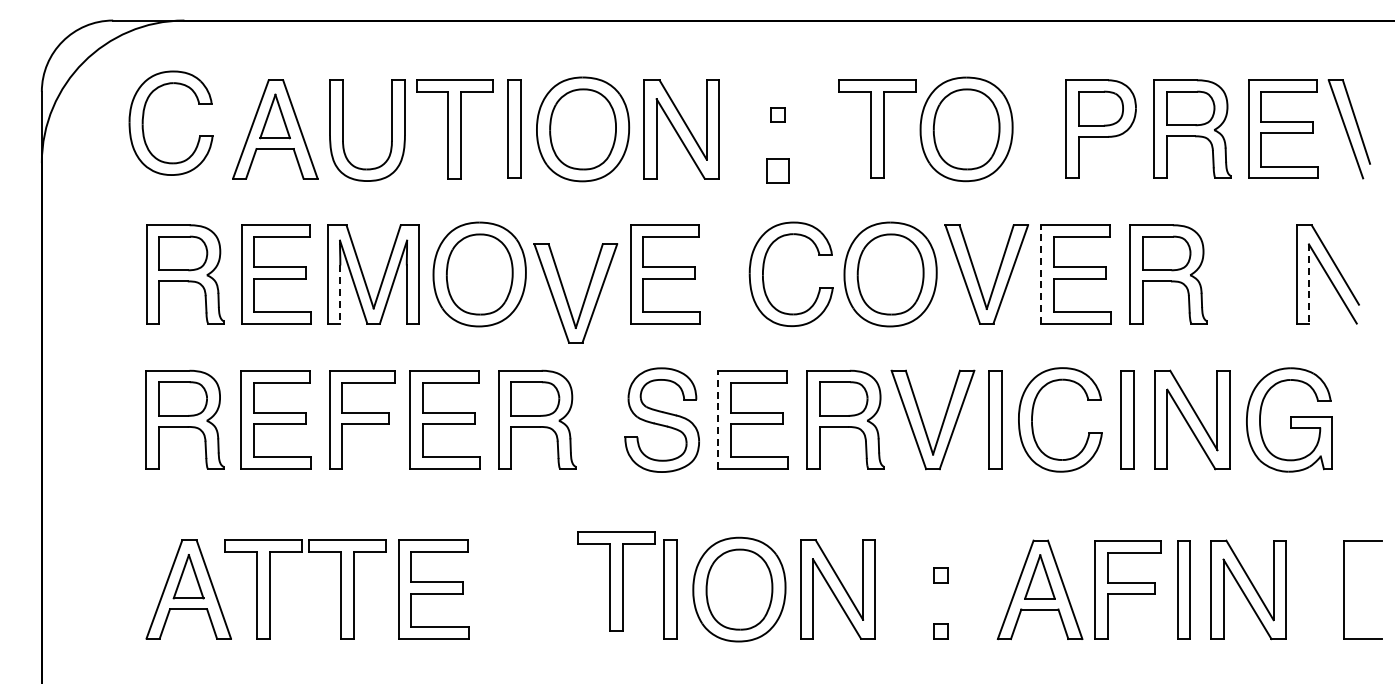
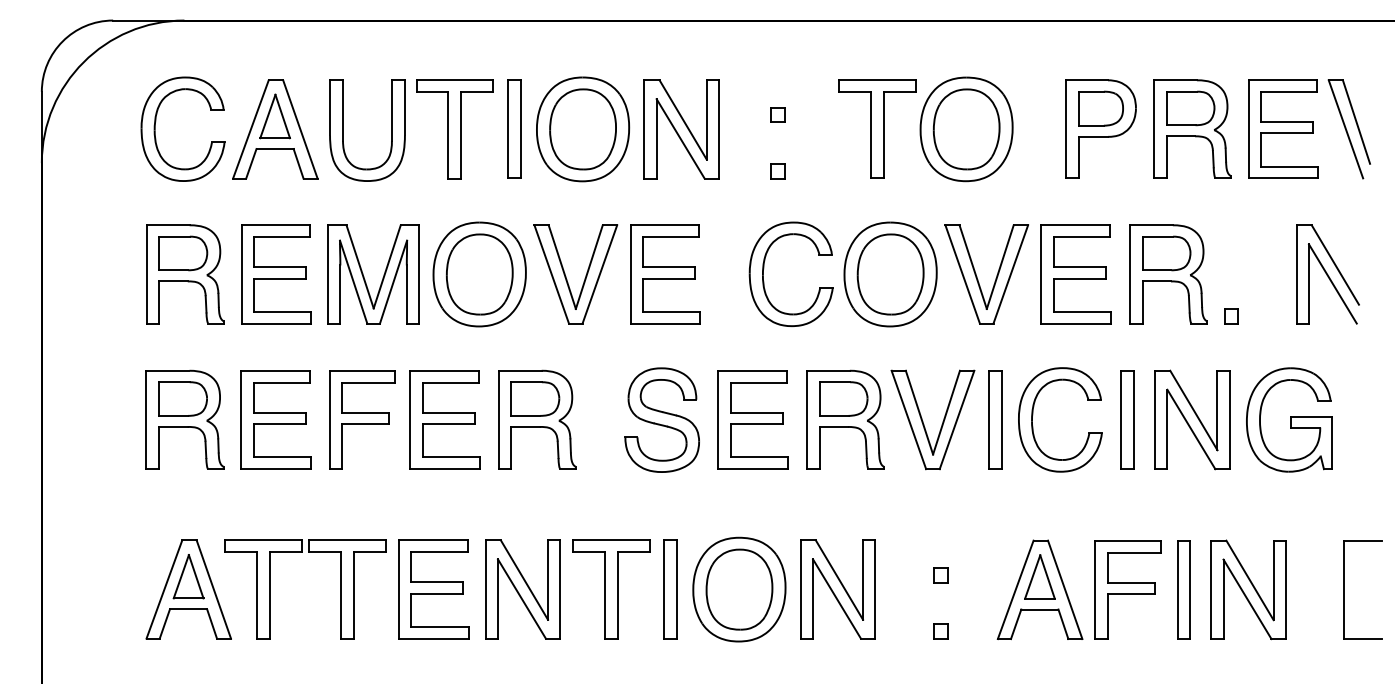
part at (144, 115) position: (144, 115) -> (156, 121)
part at (777, 170) size: 24x26 px -> 16x17 px
line at (1041, 273): dashed -> solid
line at (1308, 283): dashed -> solid
line at (340, 295): dashed -> solid
part at (566, 295) position: (566, 295) -> (566, 276)
part at (1231, 316): none -> present
line at (718, 419): dashed -> solid
part at (616, 581) position: (616, 581) -> (611, 589)
part at (522, 589): none -> present
